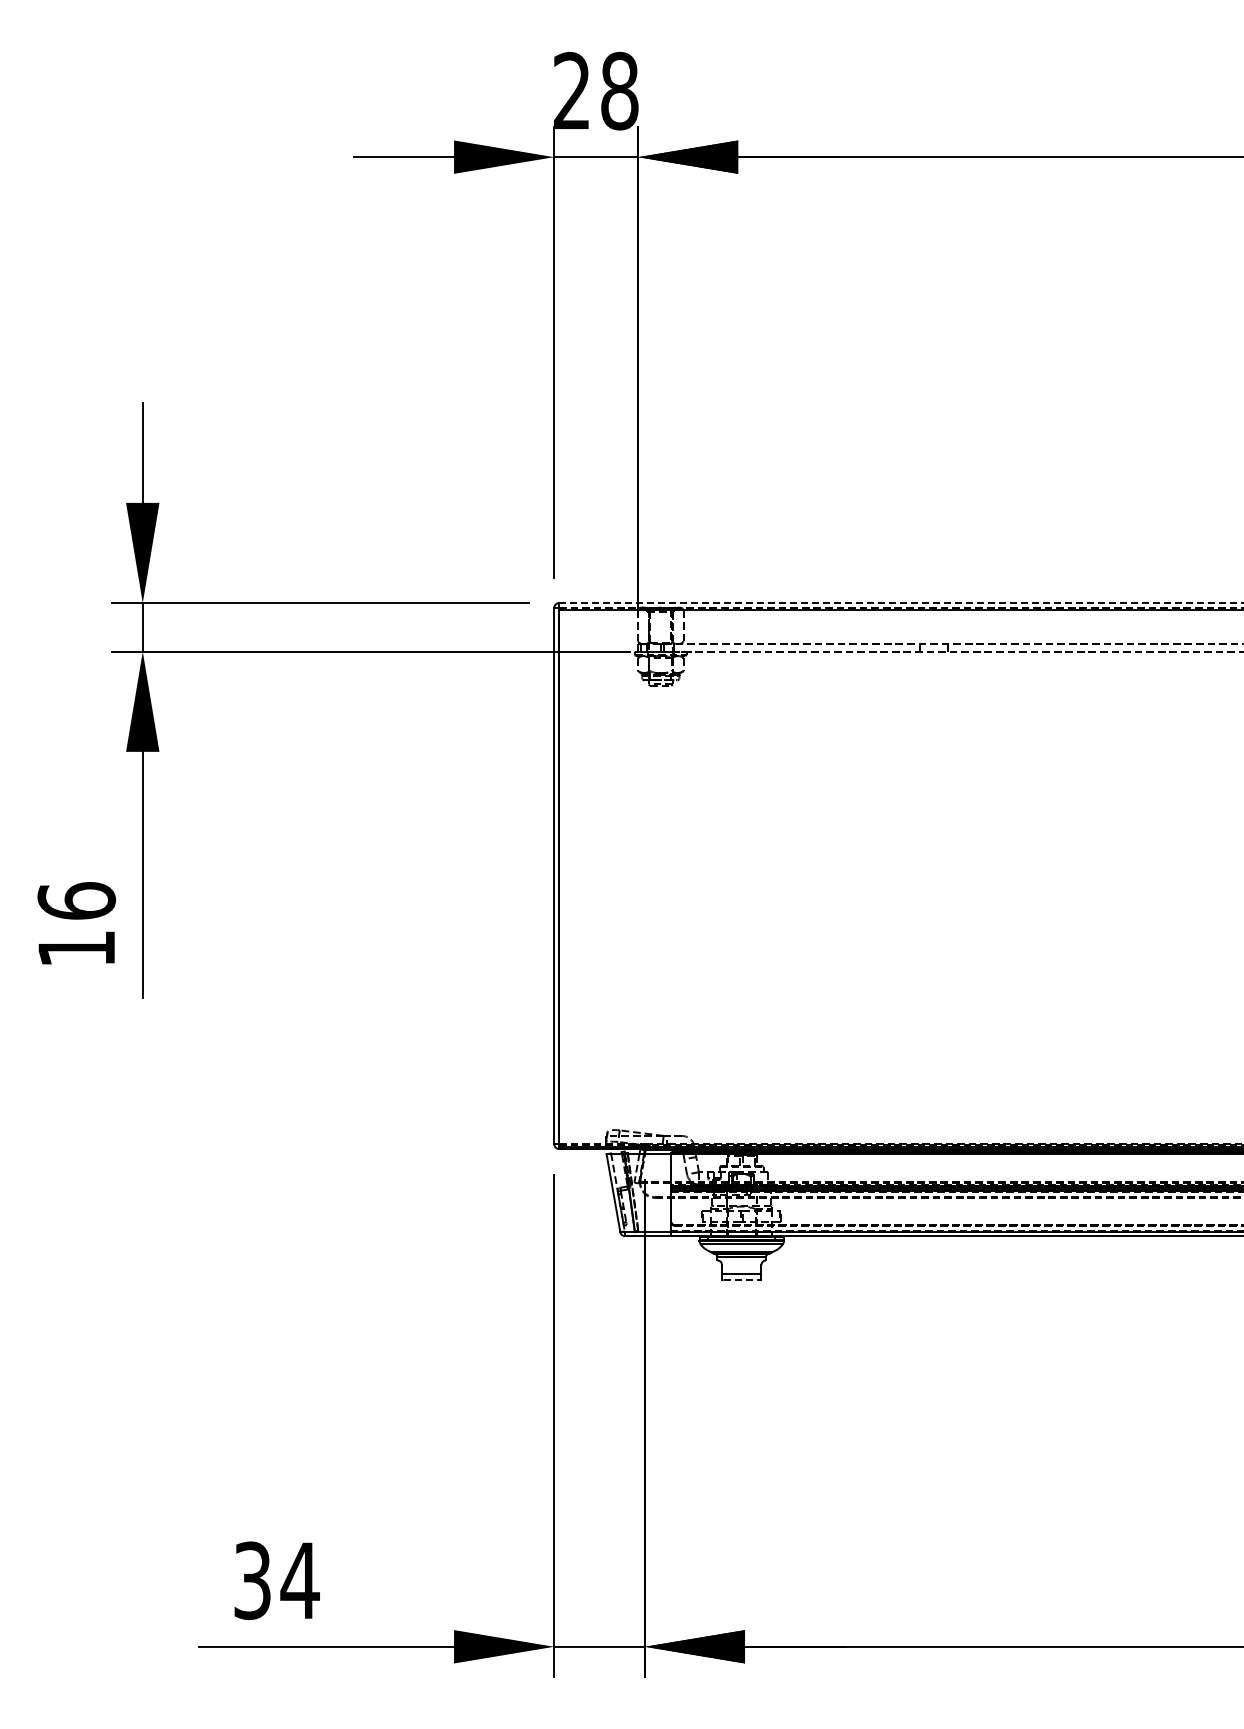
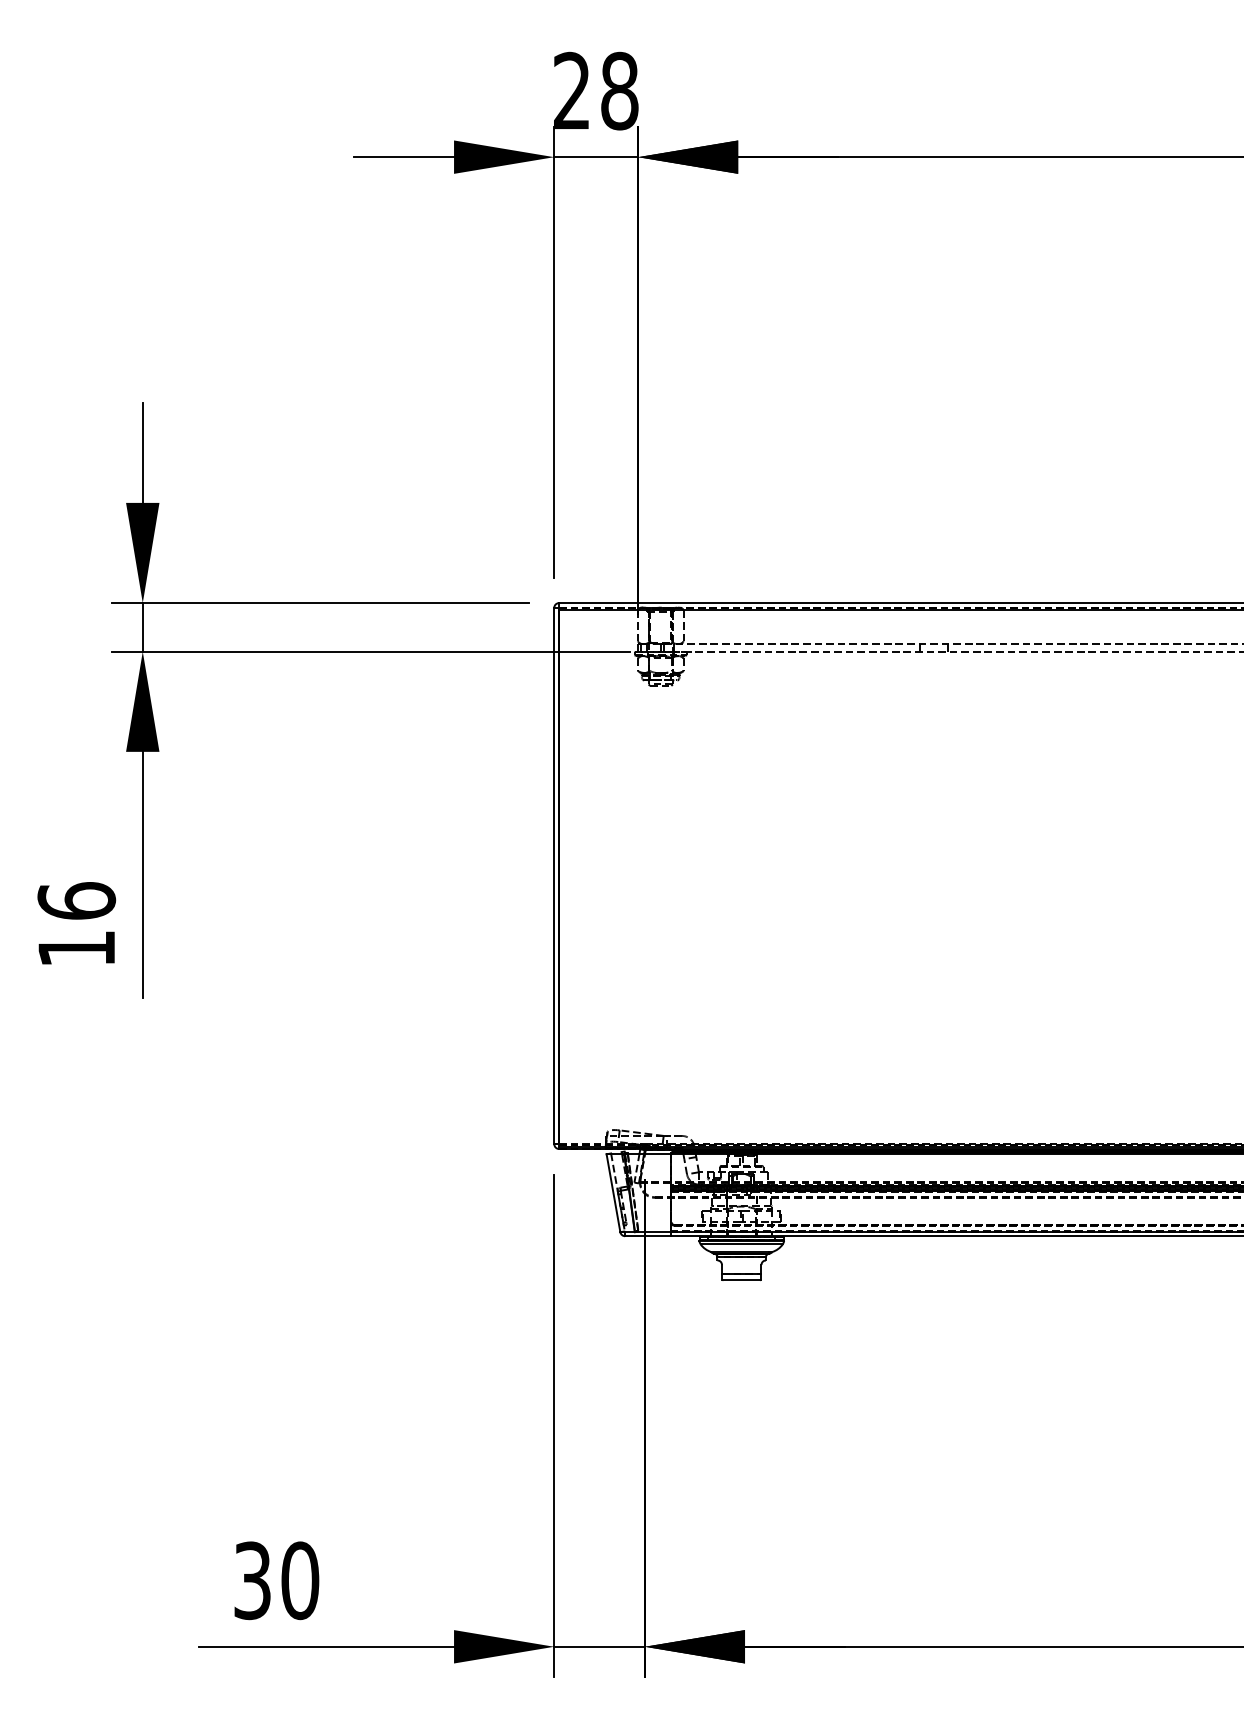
line at (902, 603): dashed -> solid
line at (742, 1280): dashed -> solid
text at (299, 1580): 34 -> 30
